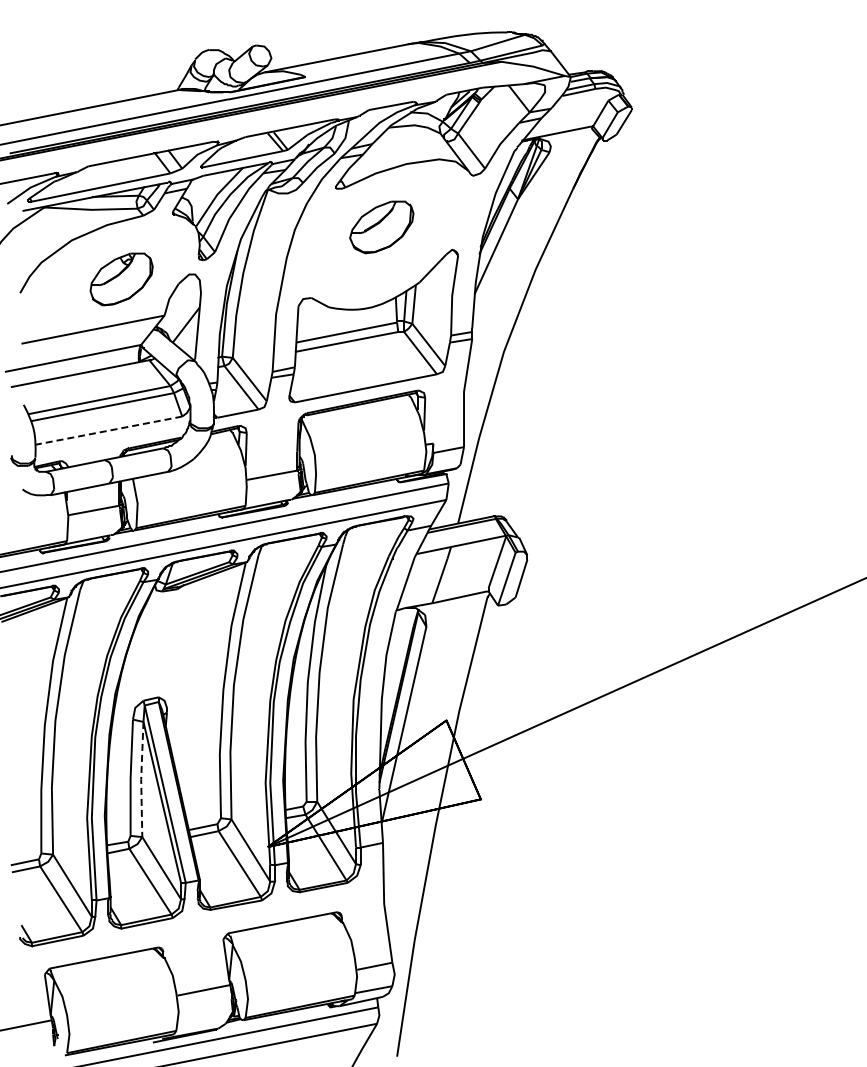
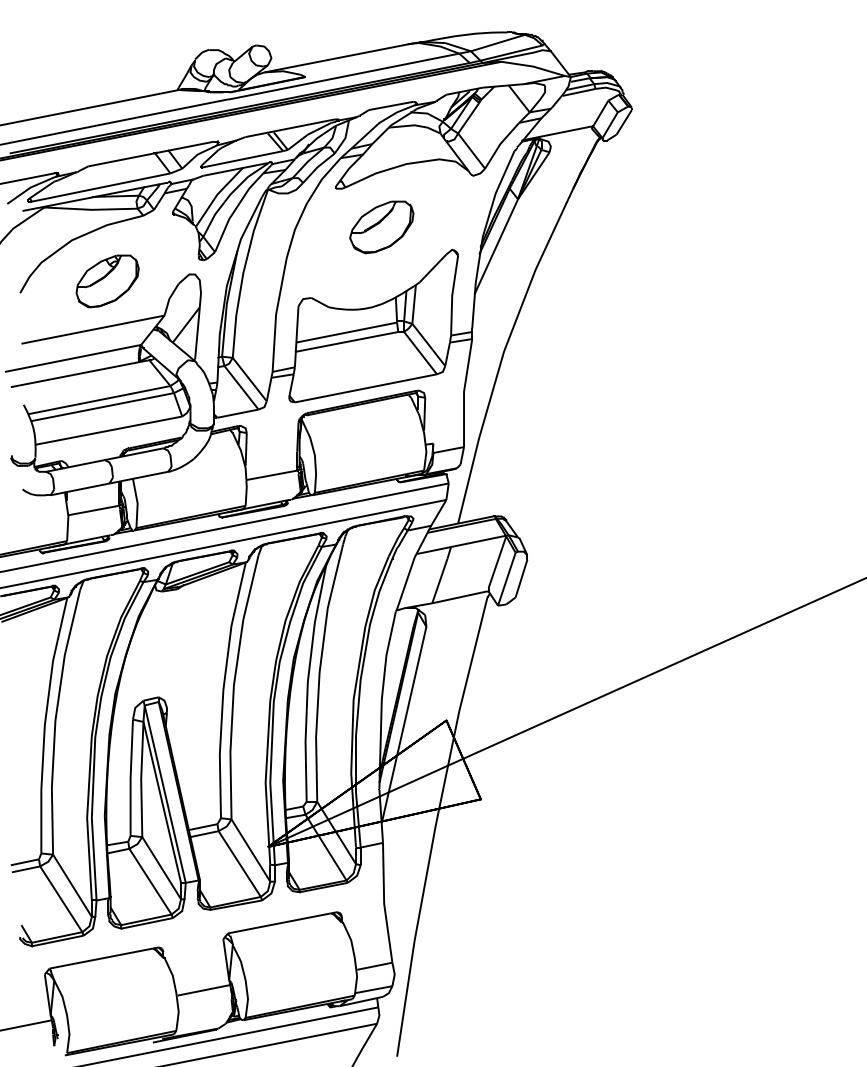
part at (121, 279) position: (121, 279) -> (107, 281)
line at (108, 430): dashed -> solid
line at (141, 779): dashed -> solid
